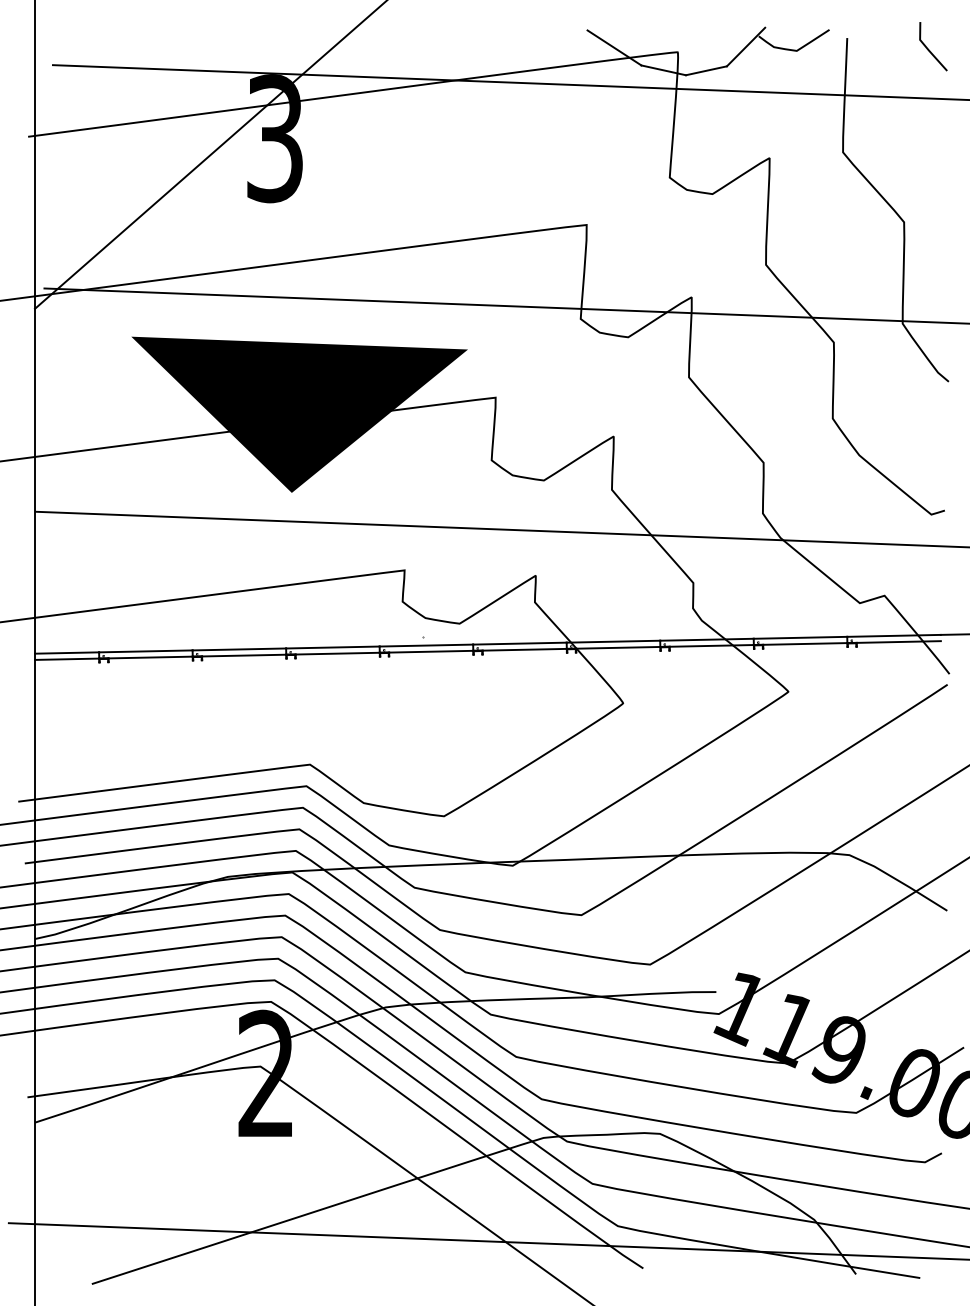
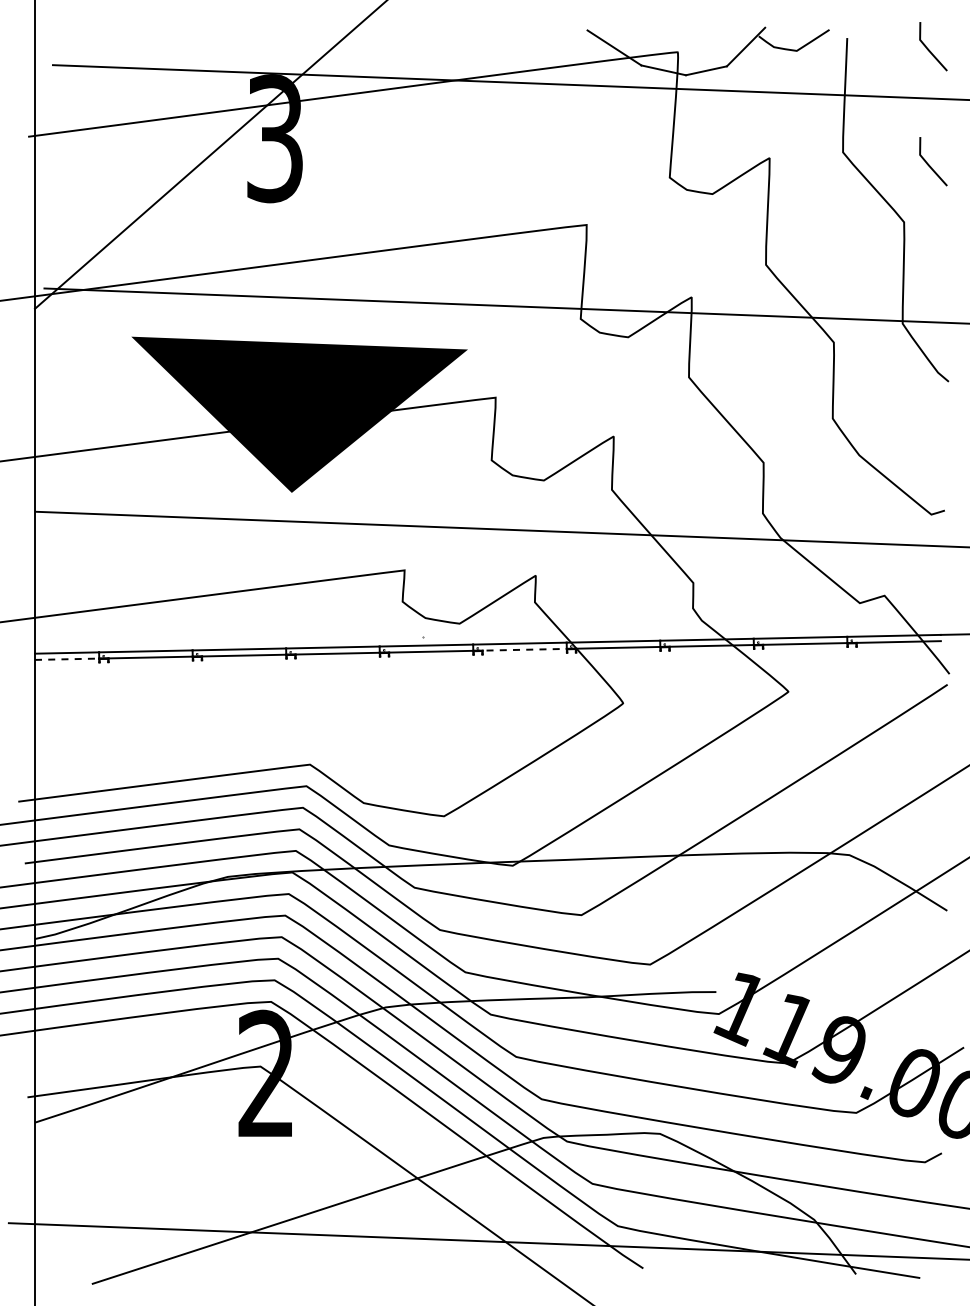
line at (929, 164): none -> present
line at (520, 649): solid -> dashed
line at (67, 659): solid -> dashed
